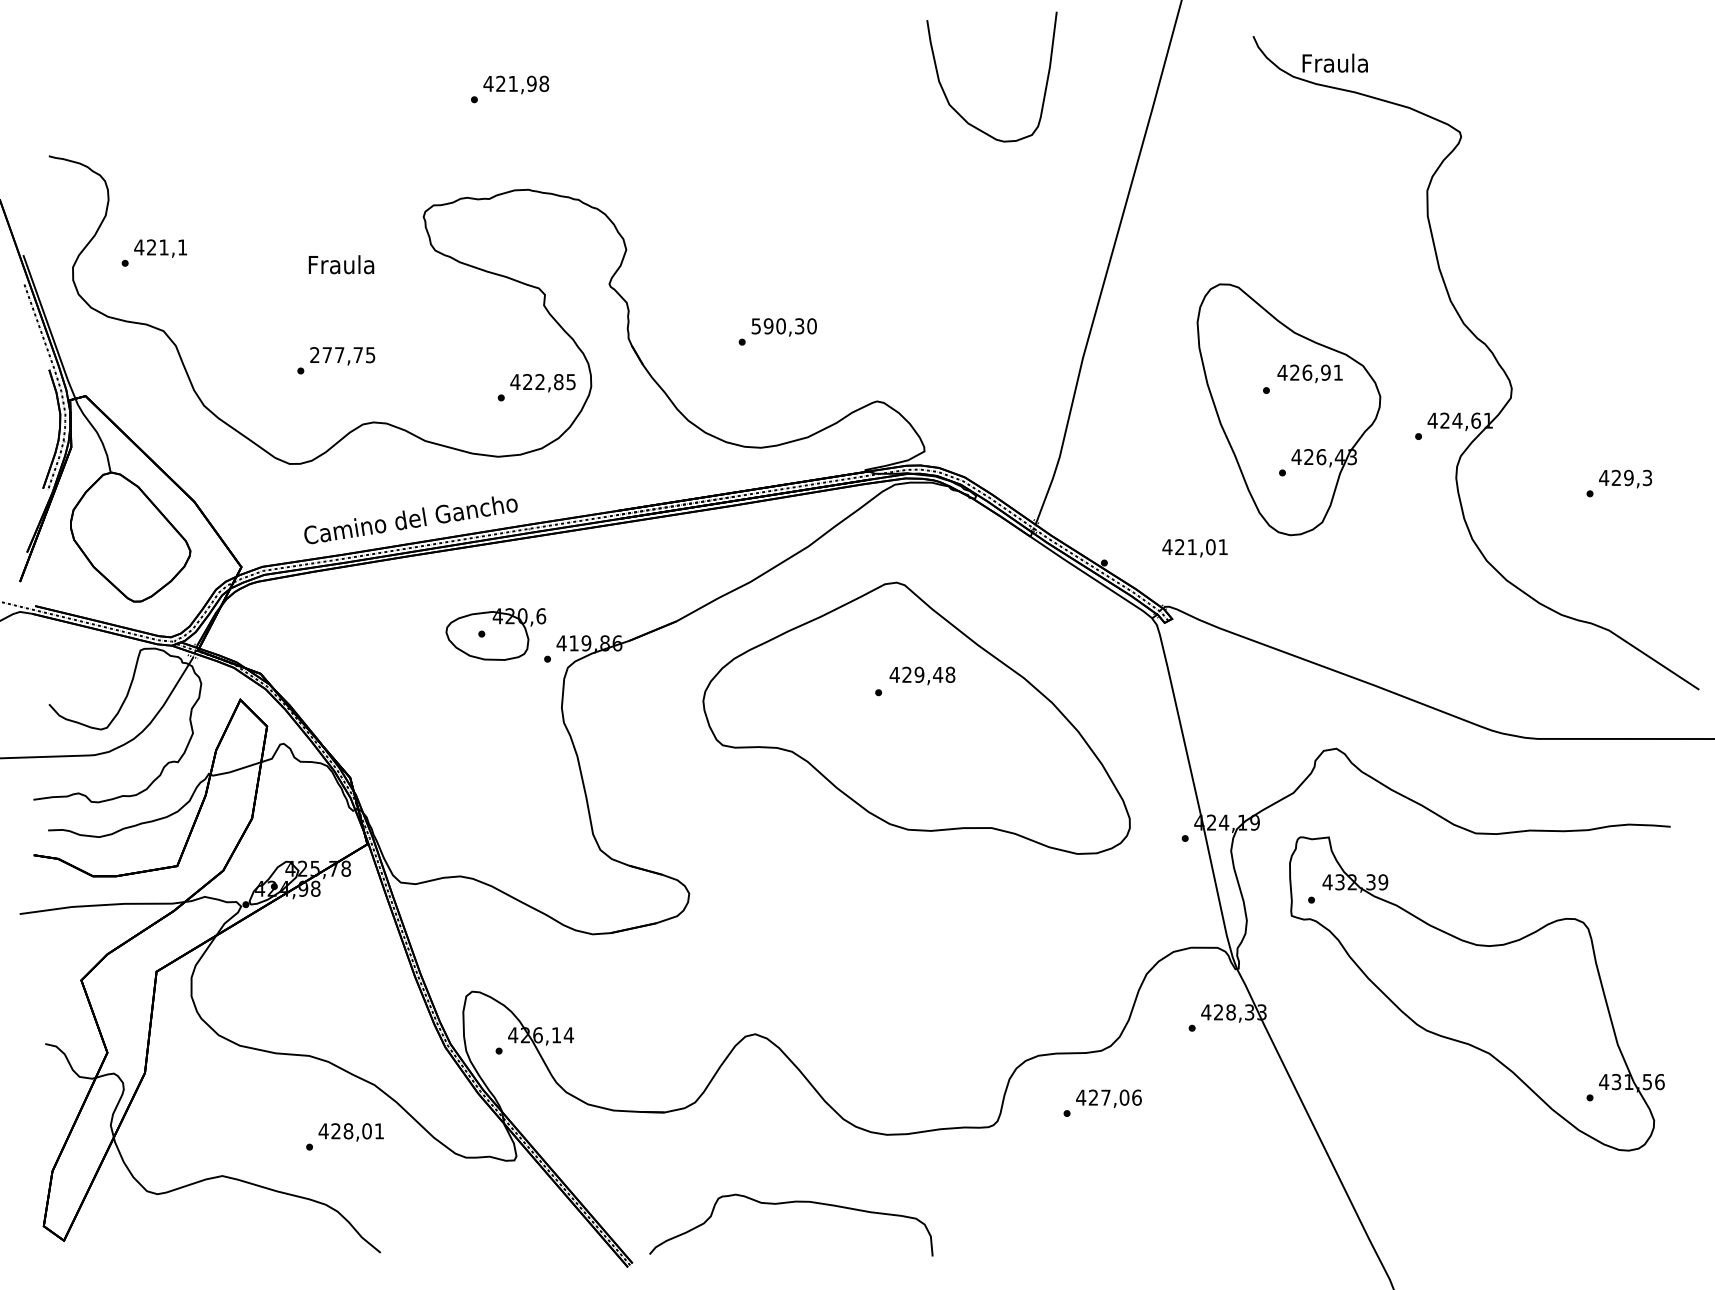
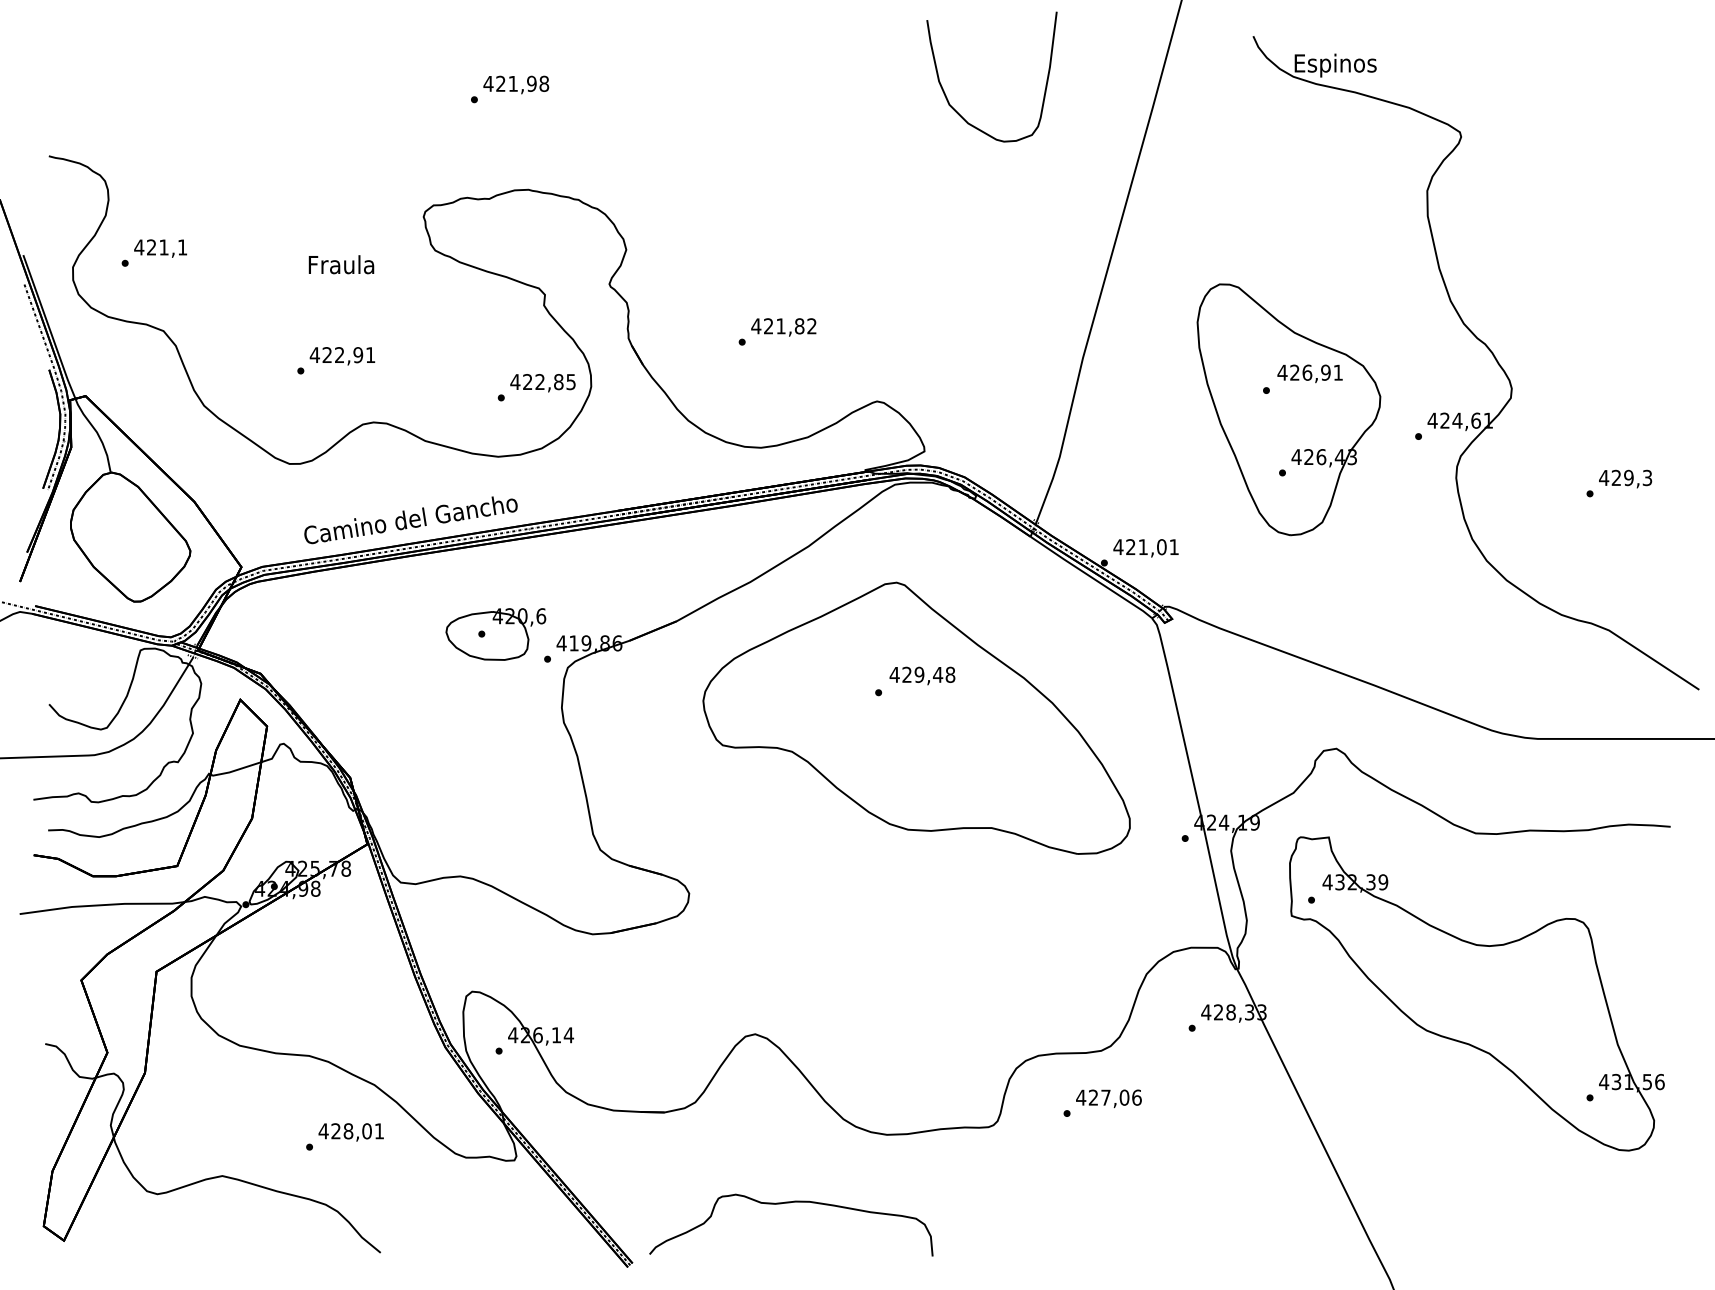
text at (1335, 65): Fraula -> Espinos
text at (783, 326): 590,30 -> 421,82
text at (342, 355): 277,75 -> 422,91
text at (1194, 548) position: (1194, 548) -> (1145, 548)
